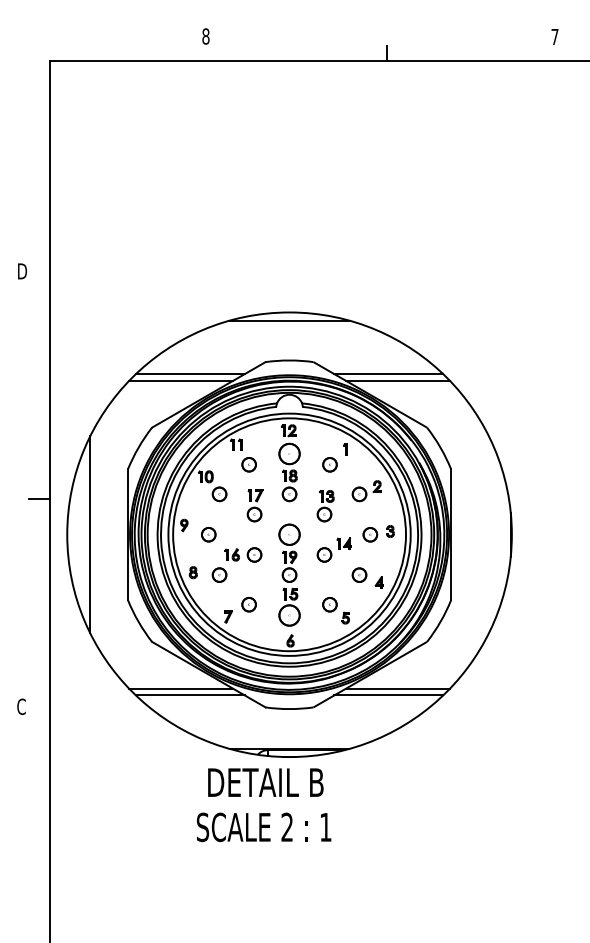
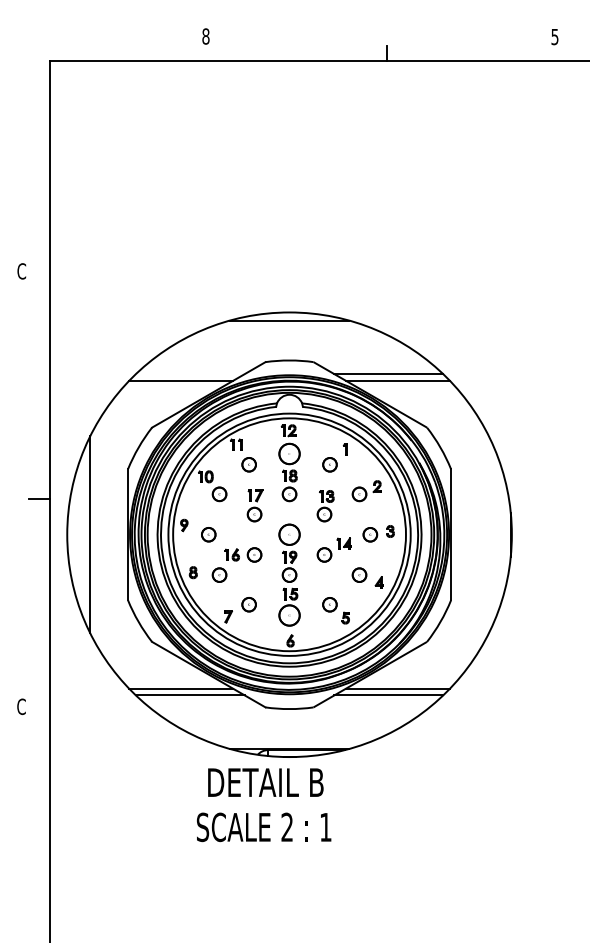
text at (554, 37): 7 -> 5
text at (22, 271): D -> C
line at (189, 374): present -> none
